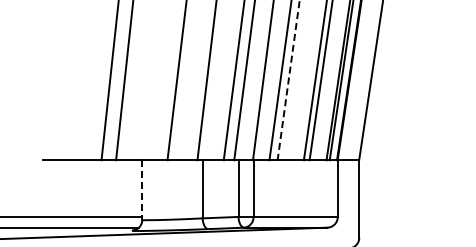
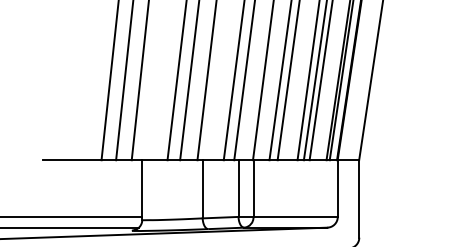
line at (288, 80): dashed -> solid
line at (139, 81): none -> present
line at (189, 81): none -> present
line at (308, 81): none -> present
line at (142, 190): dashed -> solid
